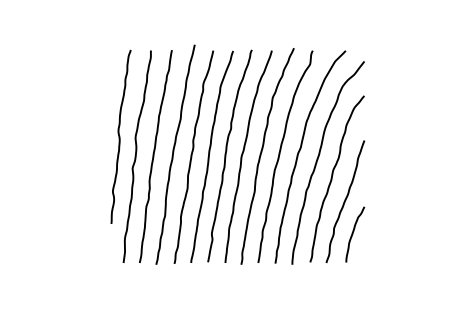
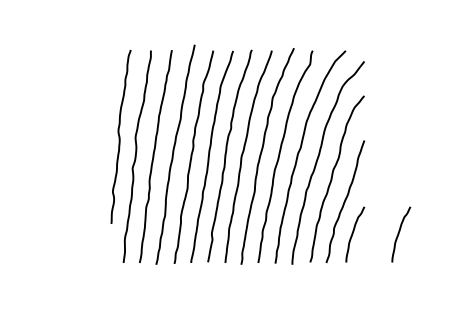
curve at (399, 234): none -> present
